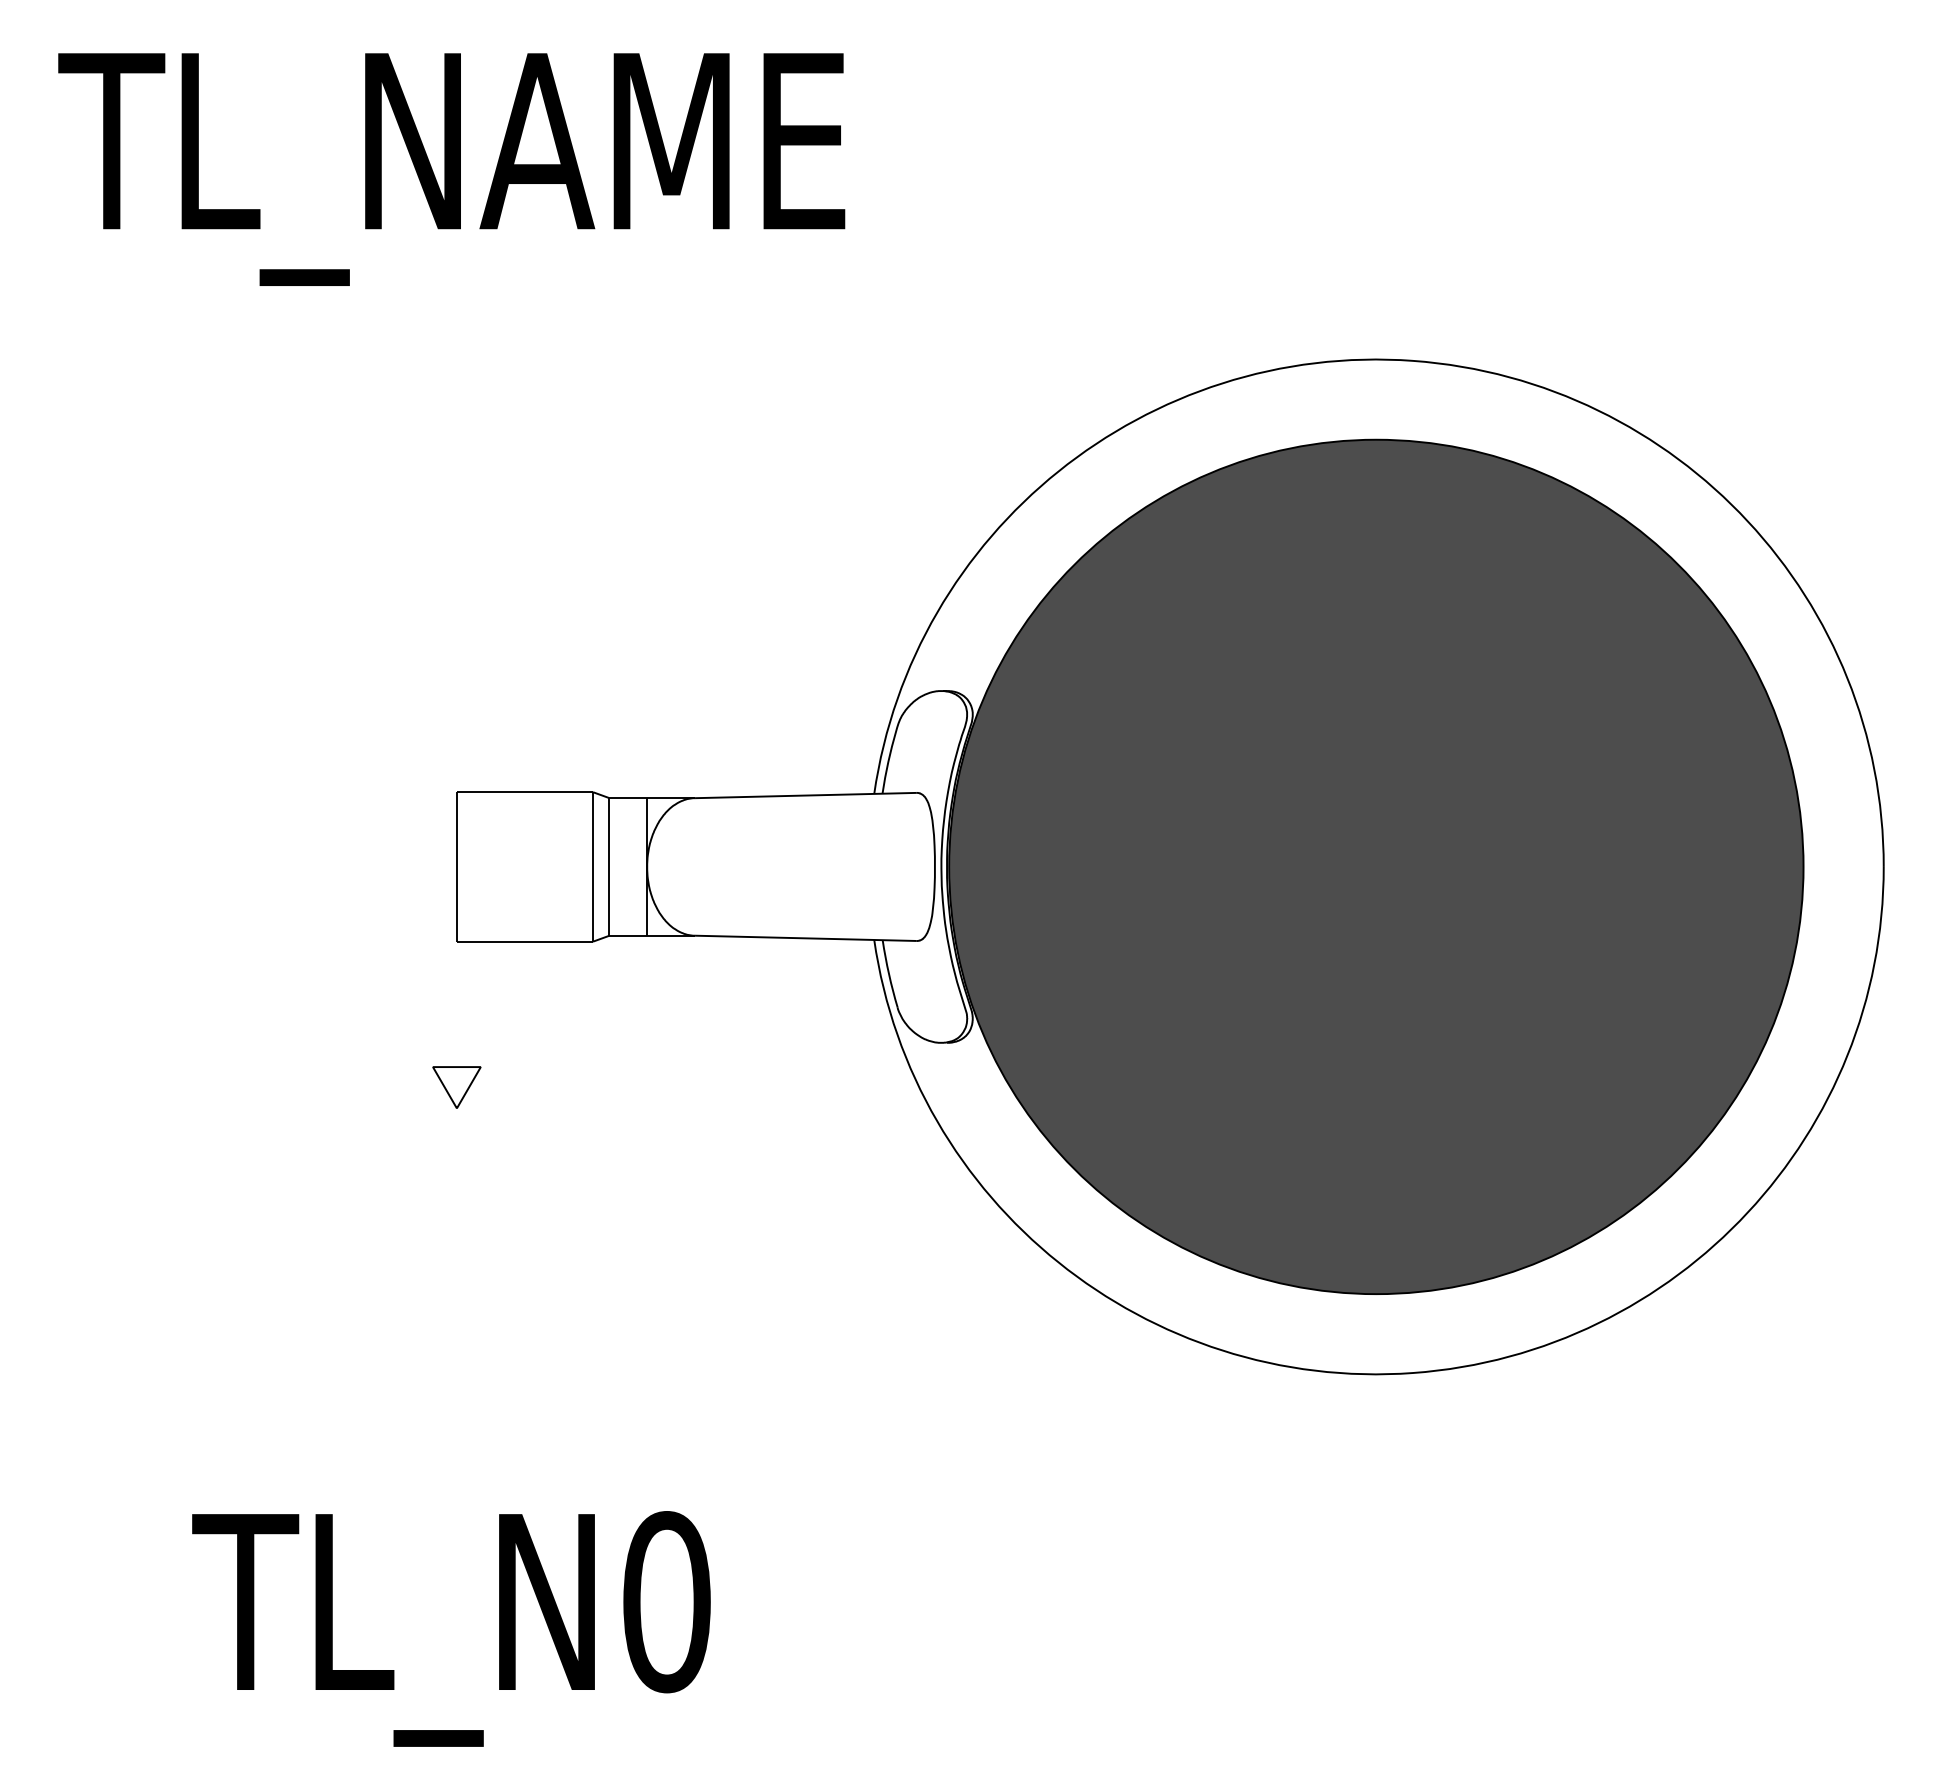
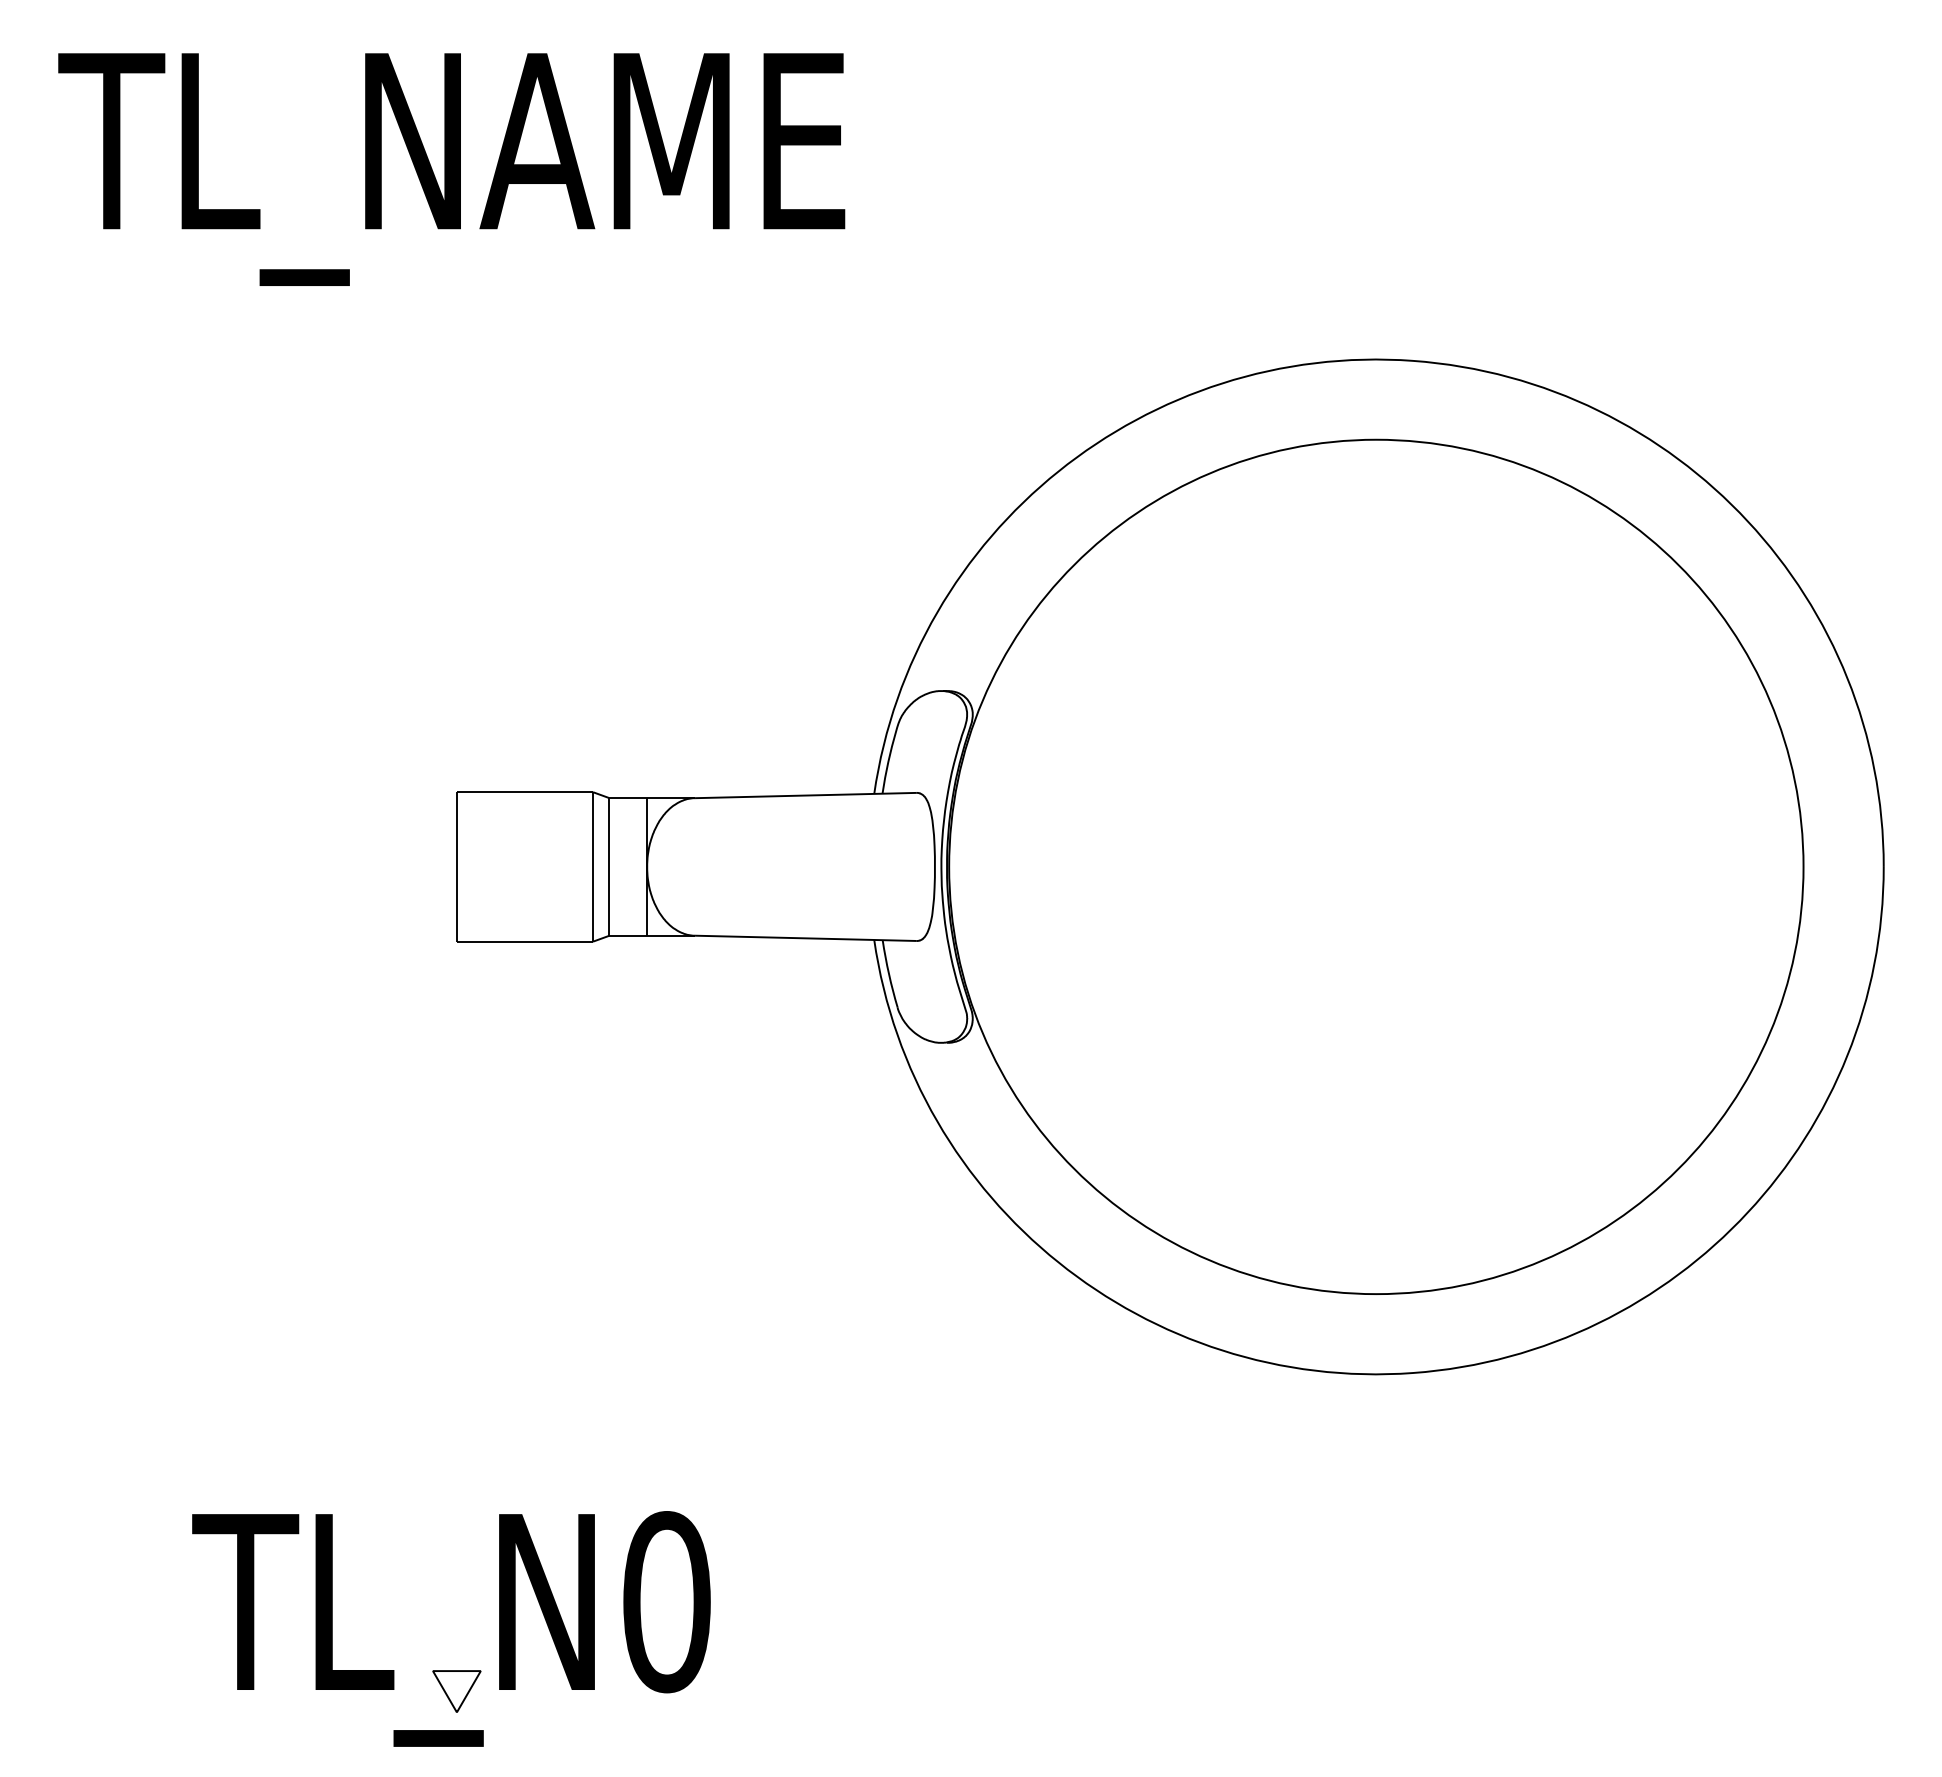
fill at (1376, 866): present -> none
part at (456, 1087) position: (456, 1087) -> (456, 1691)
